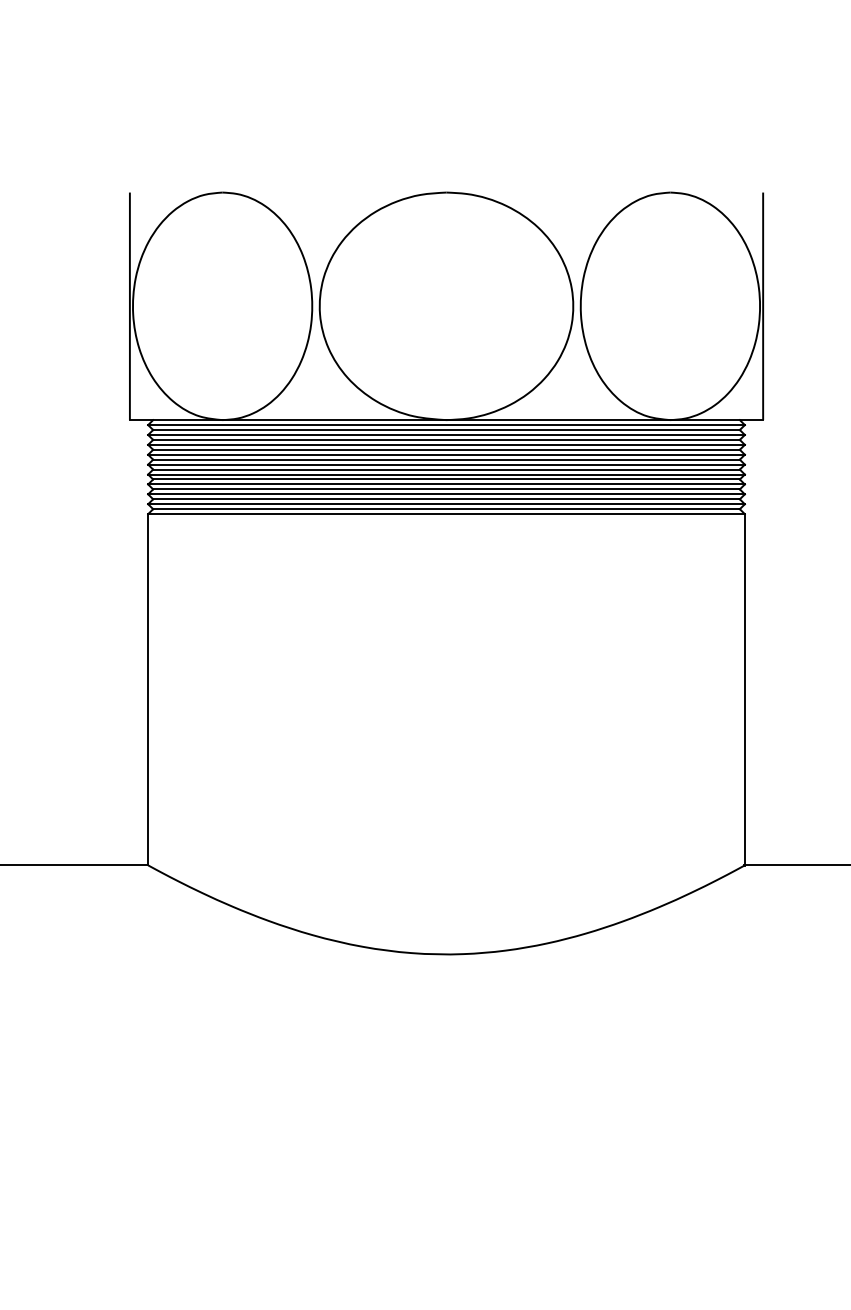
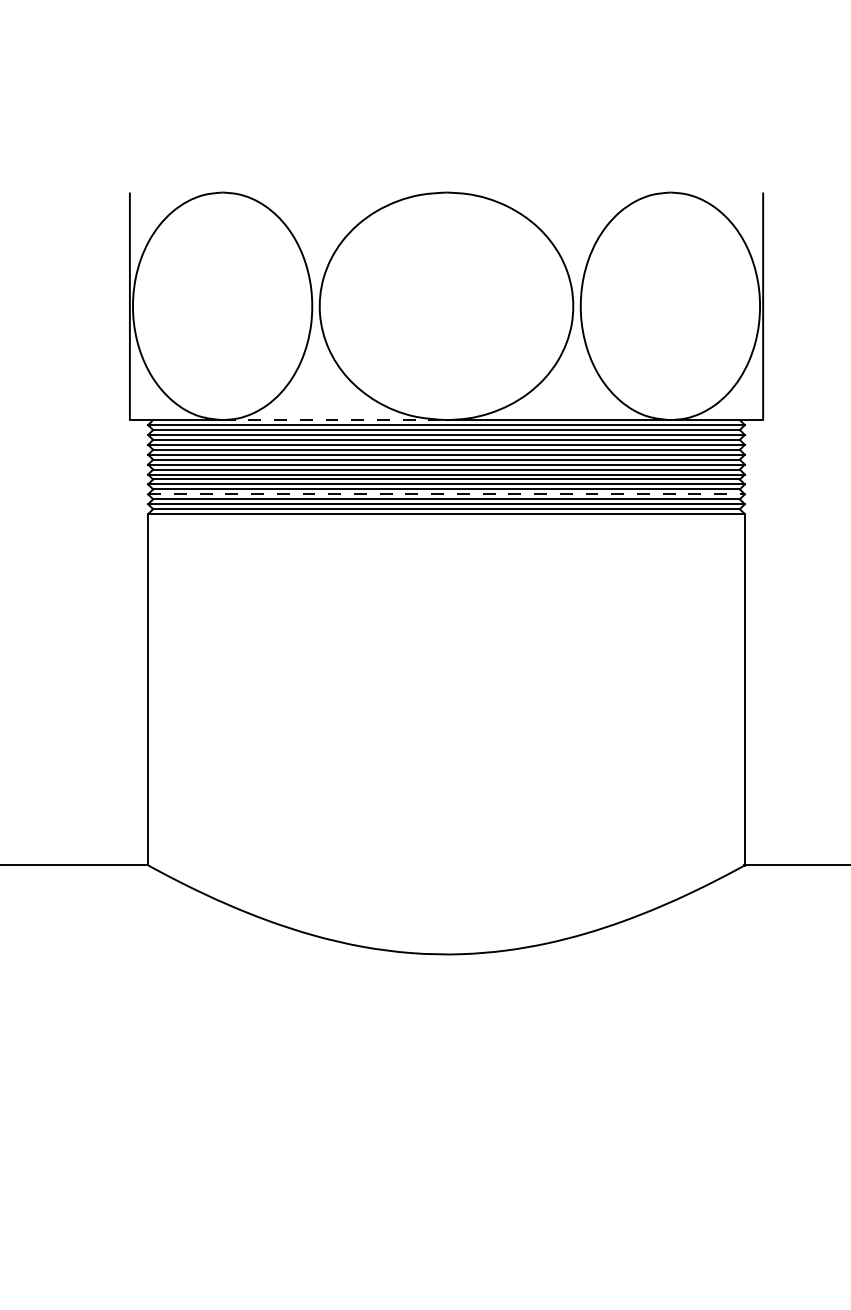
line at (334, 420): solid -> dashed
line at (447, 494): solid -> dashed
